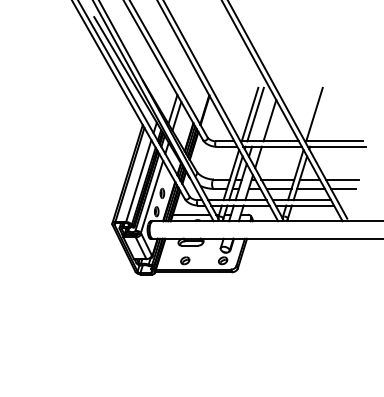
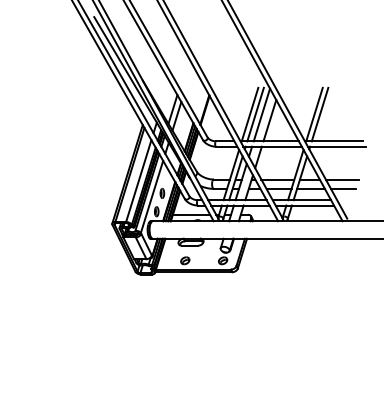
line at (261, 114): none -> present
line at (319, 114): none -> present
